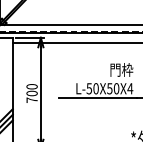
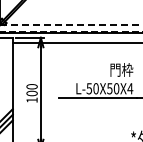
line at (72, 25): solid -> dashed
text at (31, 99): 700 -> 100
